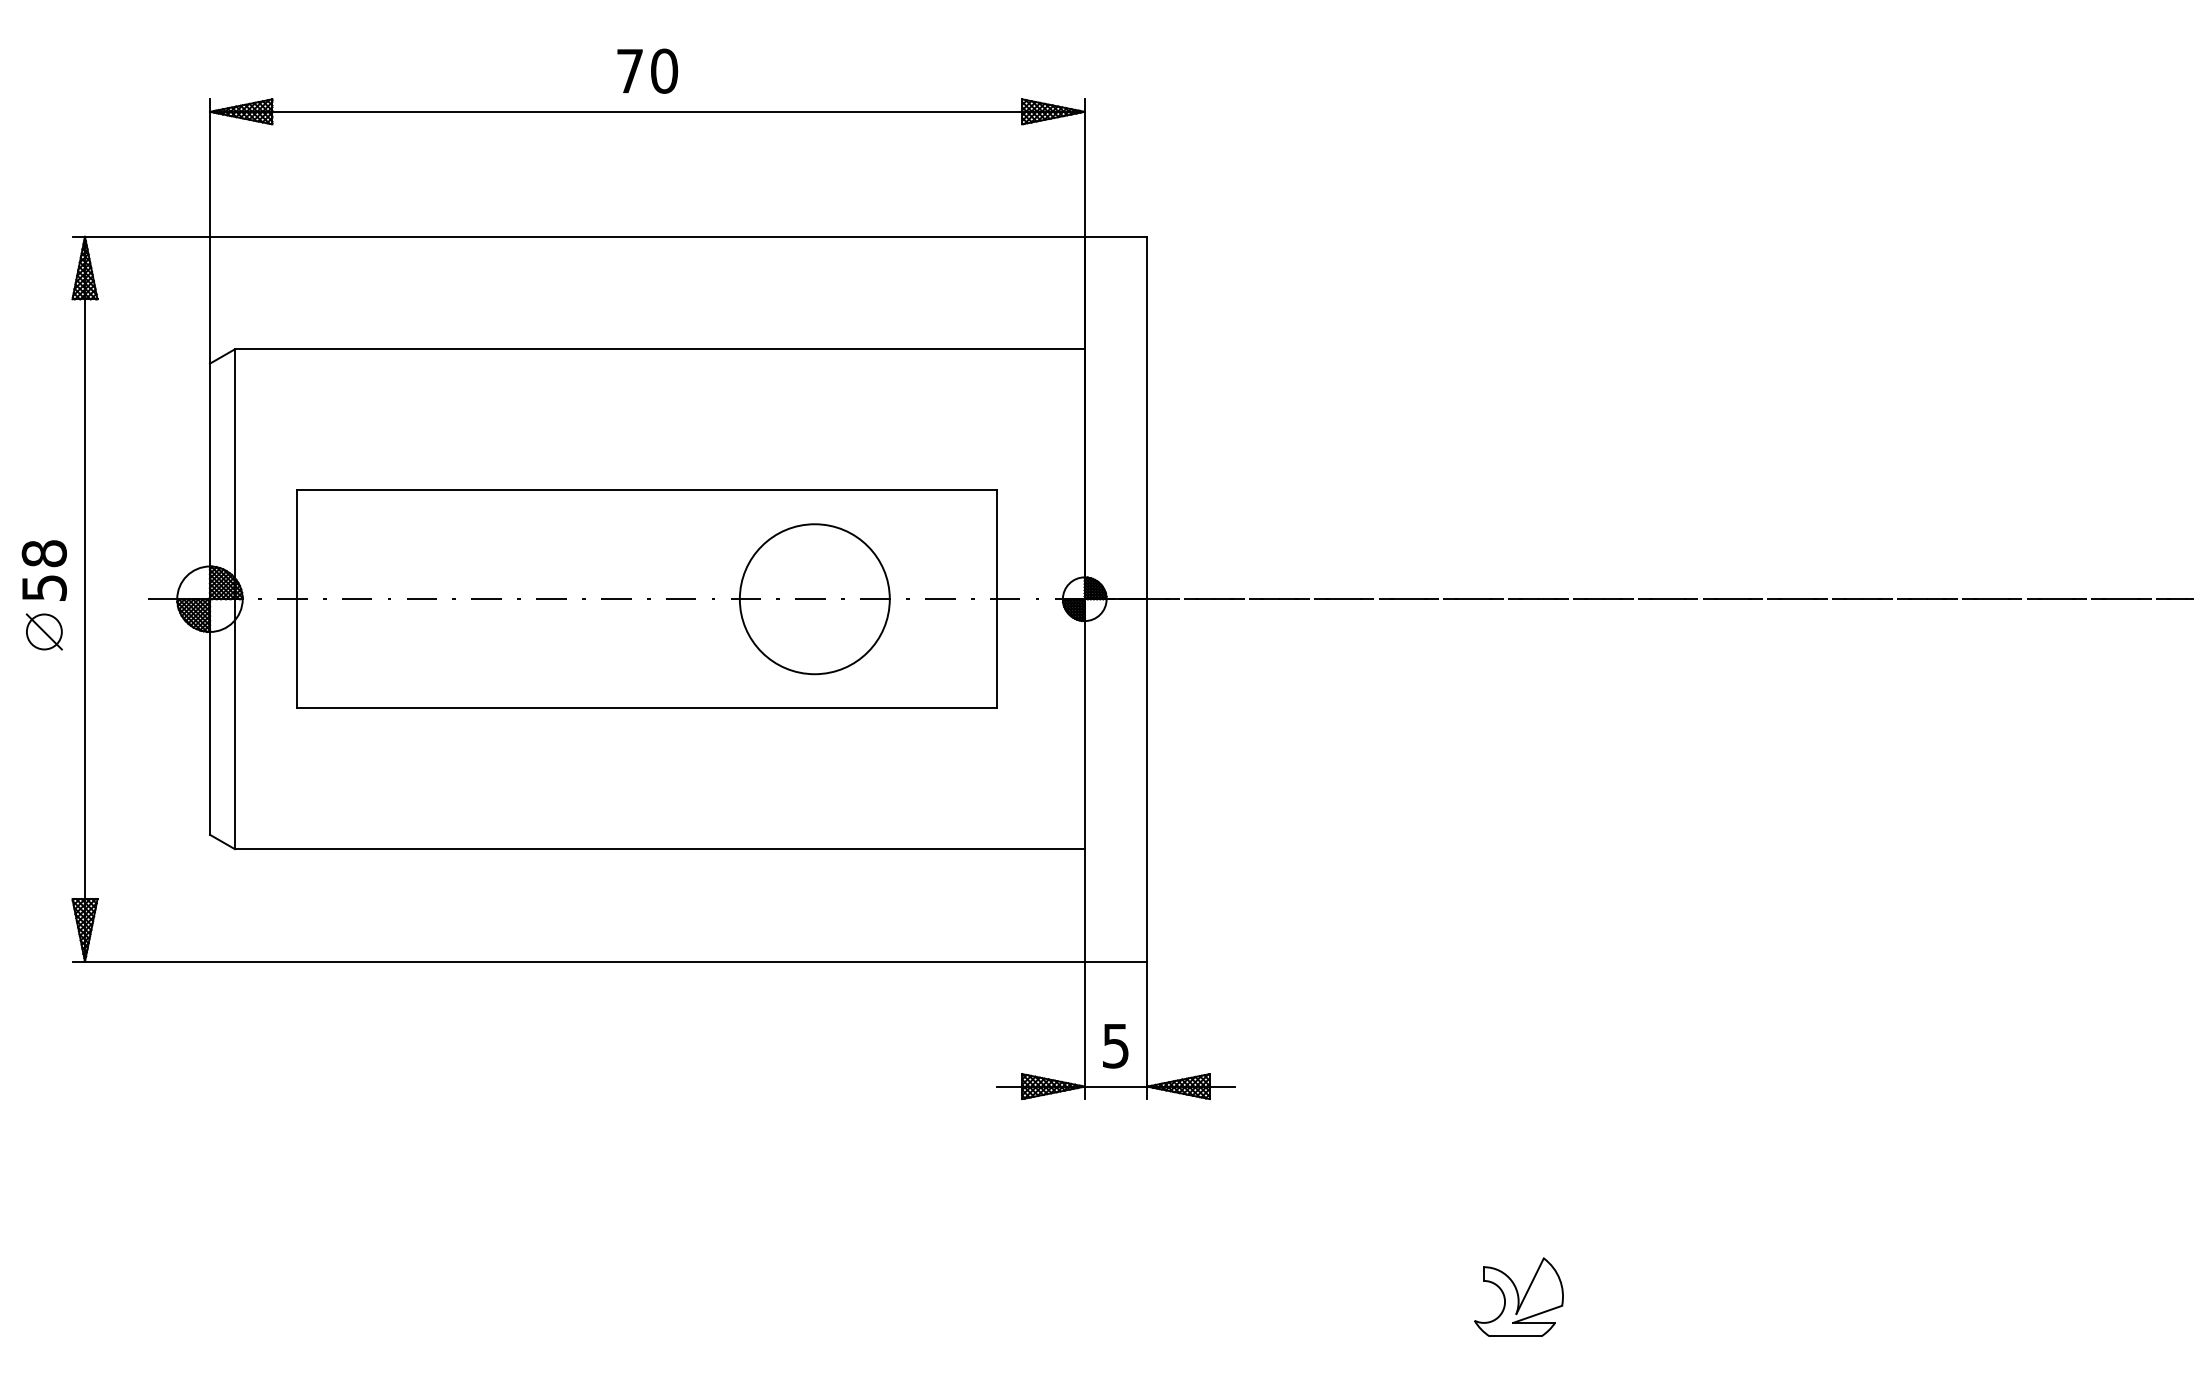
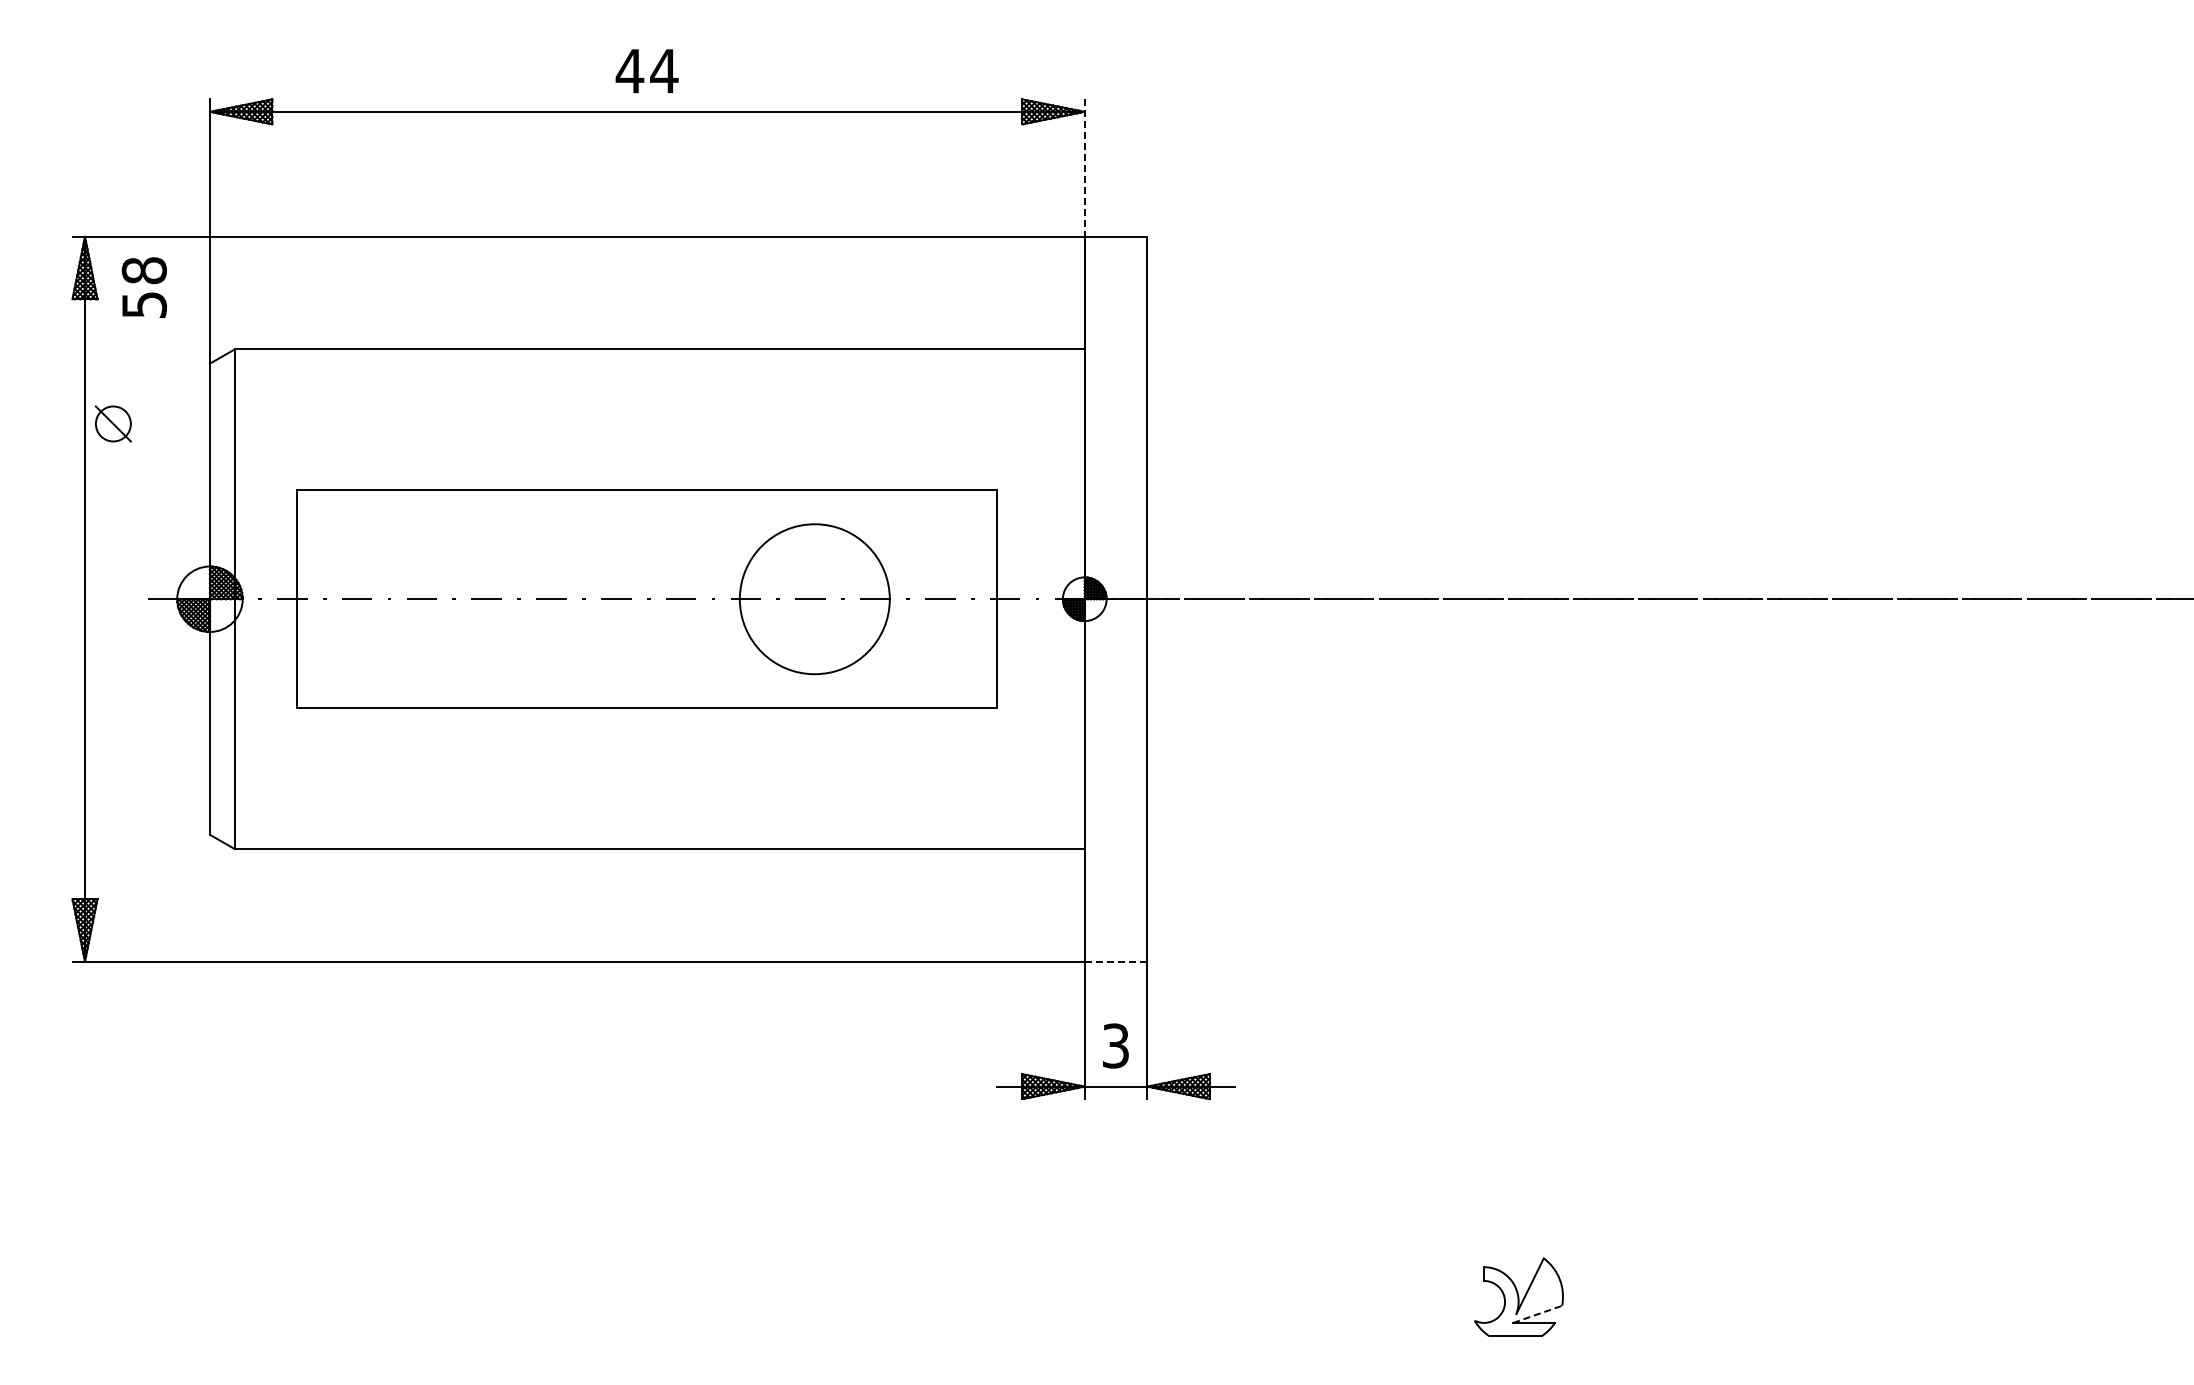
text at (646, 70): 70 -> 44
line at (1084, 168): solid -> dashed
text at (43, 570) position: (43, 570) -> (143, 287)
part at (43, 631) position: (43, 631) -> (112, 423)
line at (1116, 961): solid -> dashed
text at (1115, 1045): 5 -> 3
line at (1537, 1314): solid -> dashed
